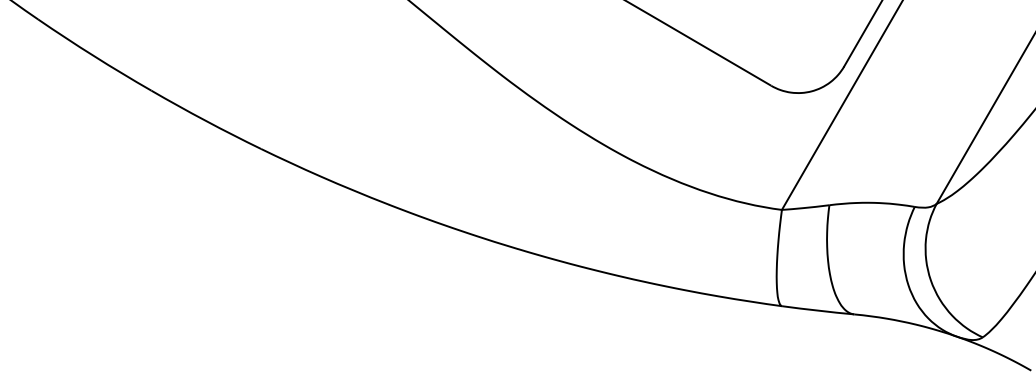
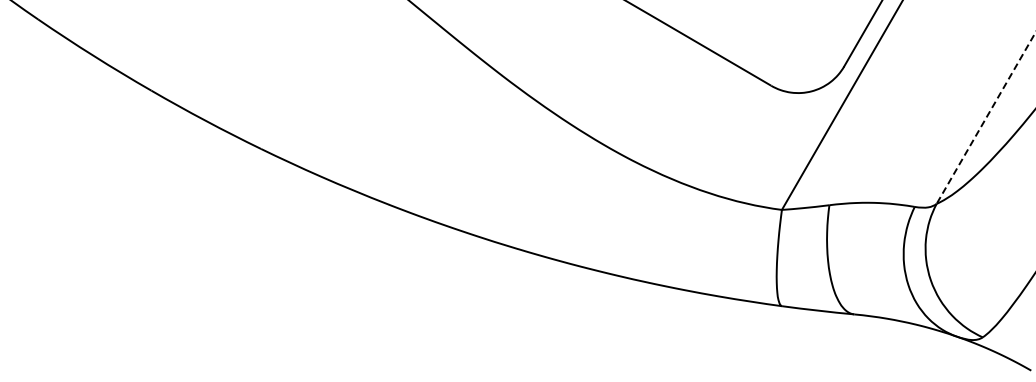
line at (986, 118): solid -> dashed
